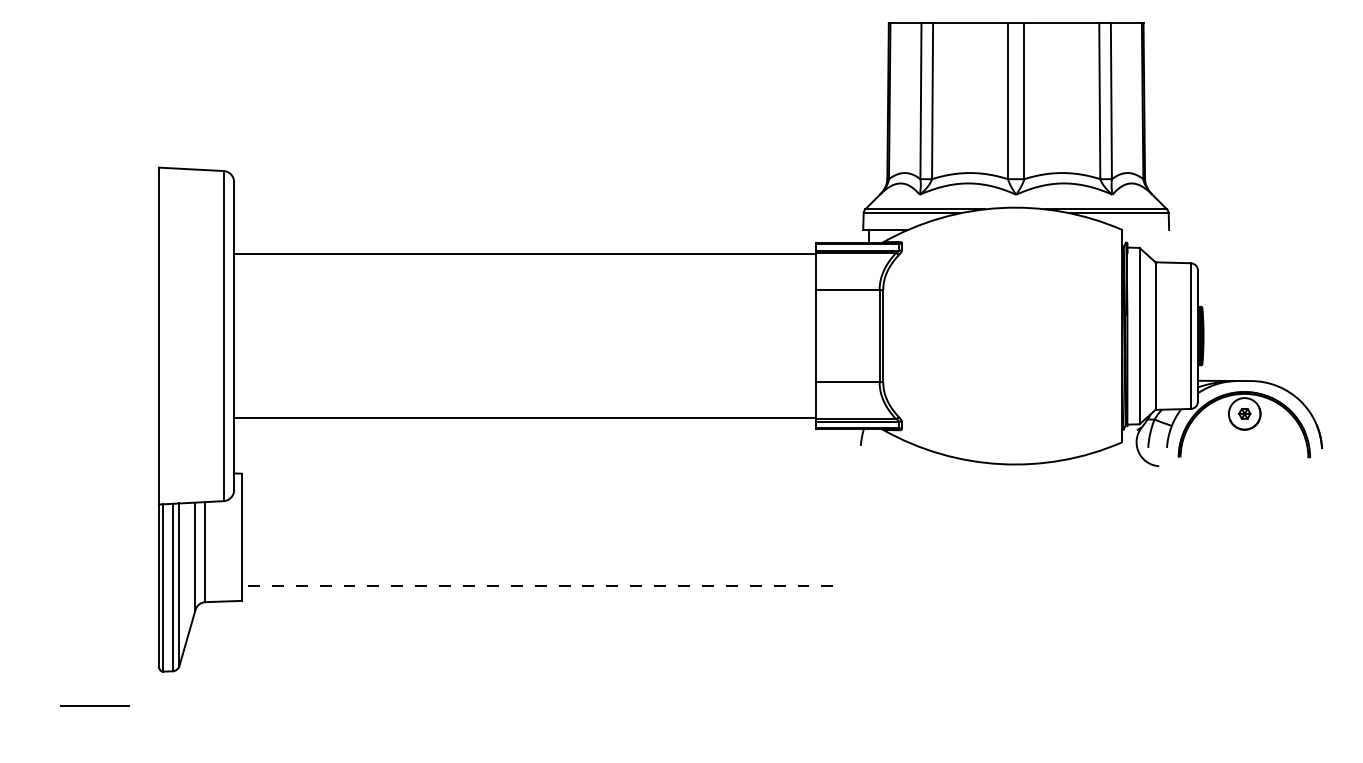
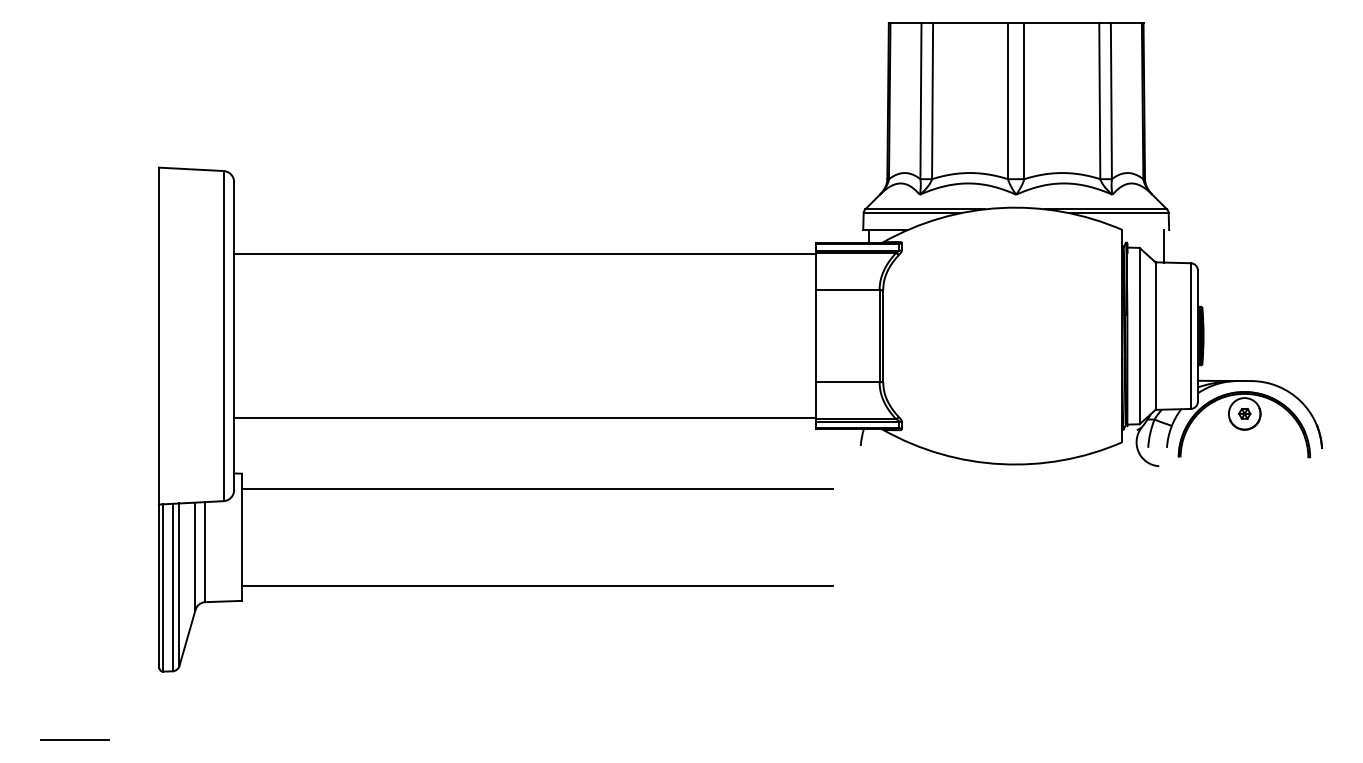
line at (1163, 246): none -> present
line at (537, 488): none -> present
line at (537, 585): dashed -> solid
line at (94, 705) position: (94, 705) -> (74, 739)
